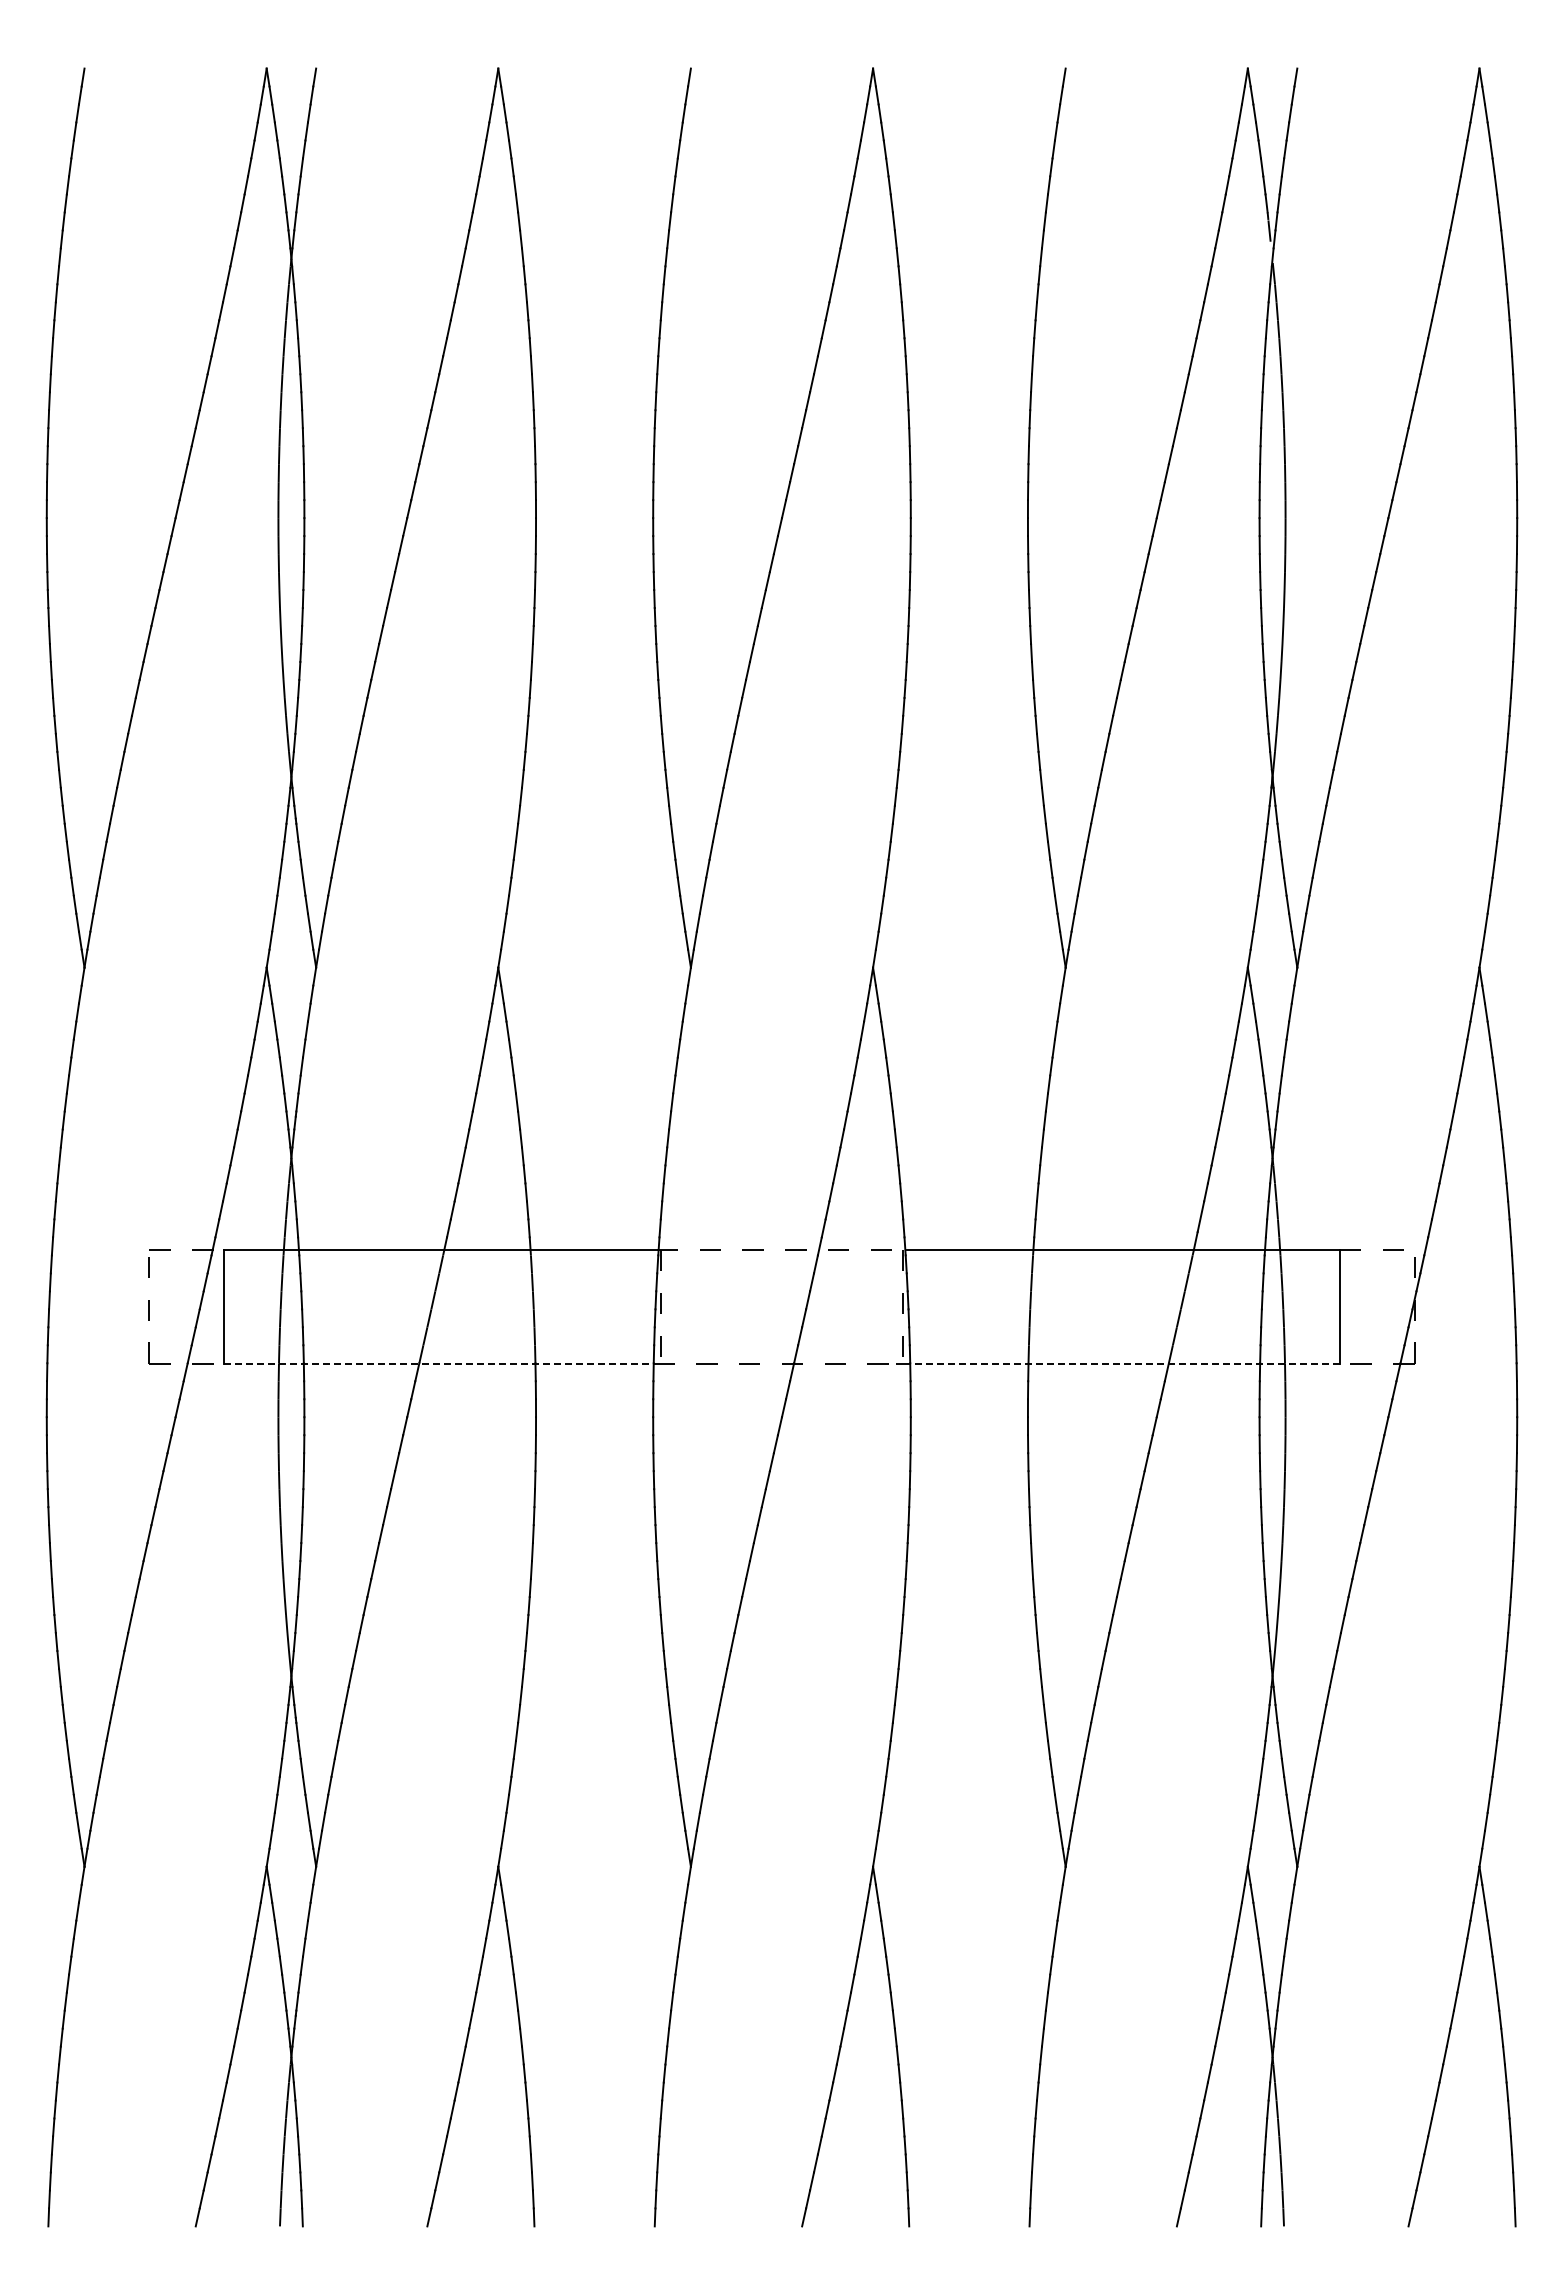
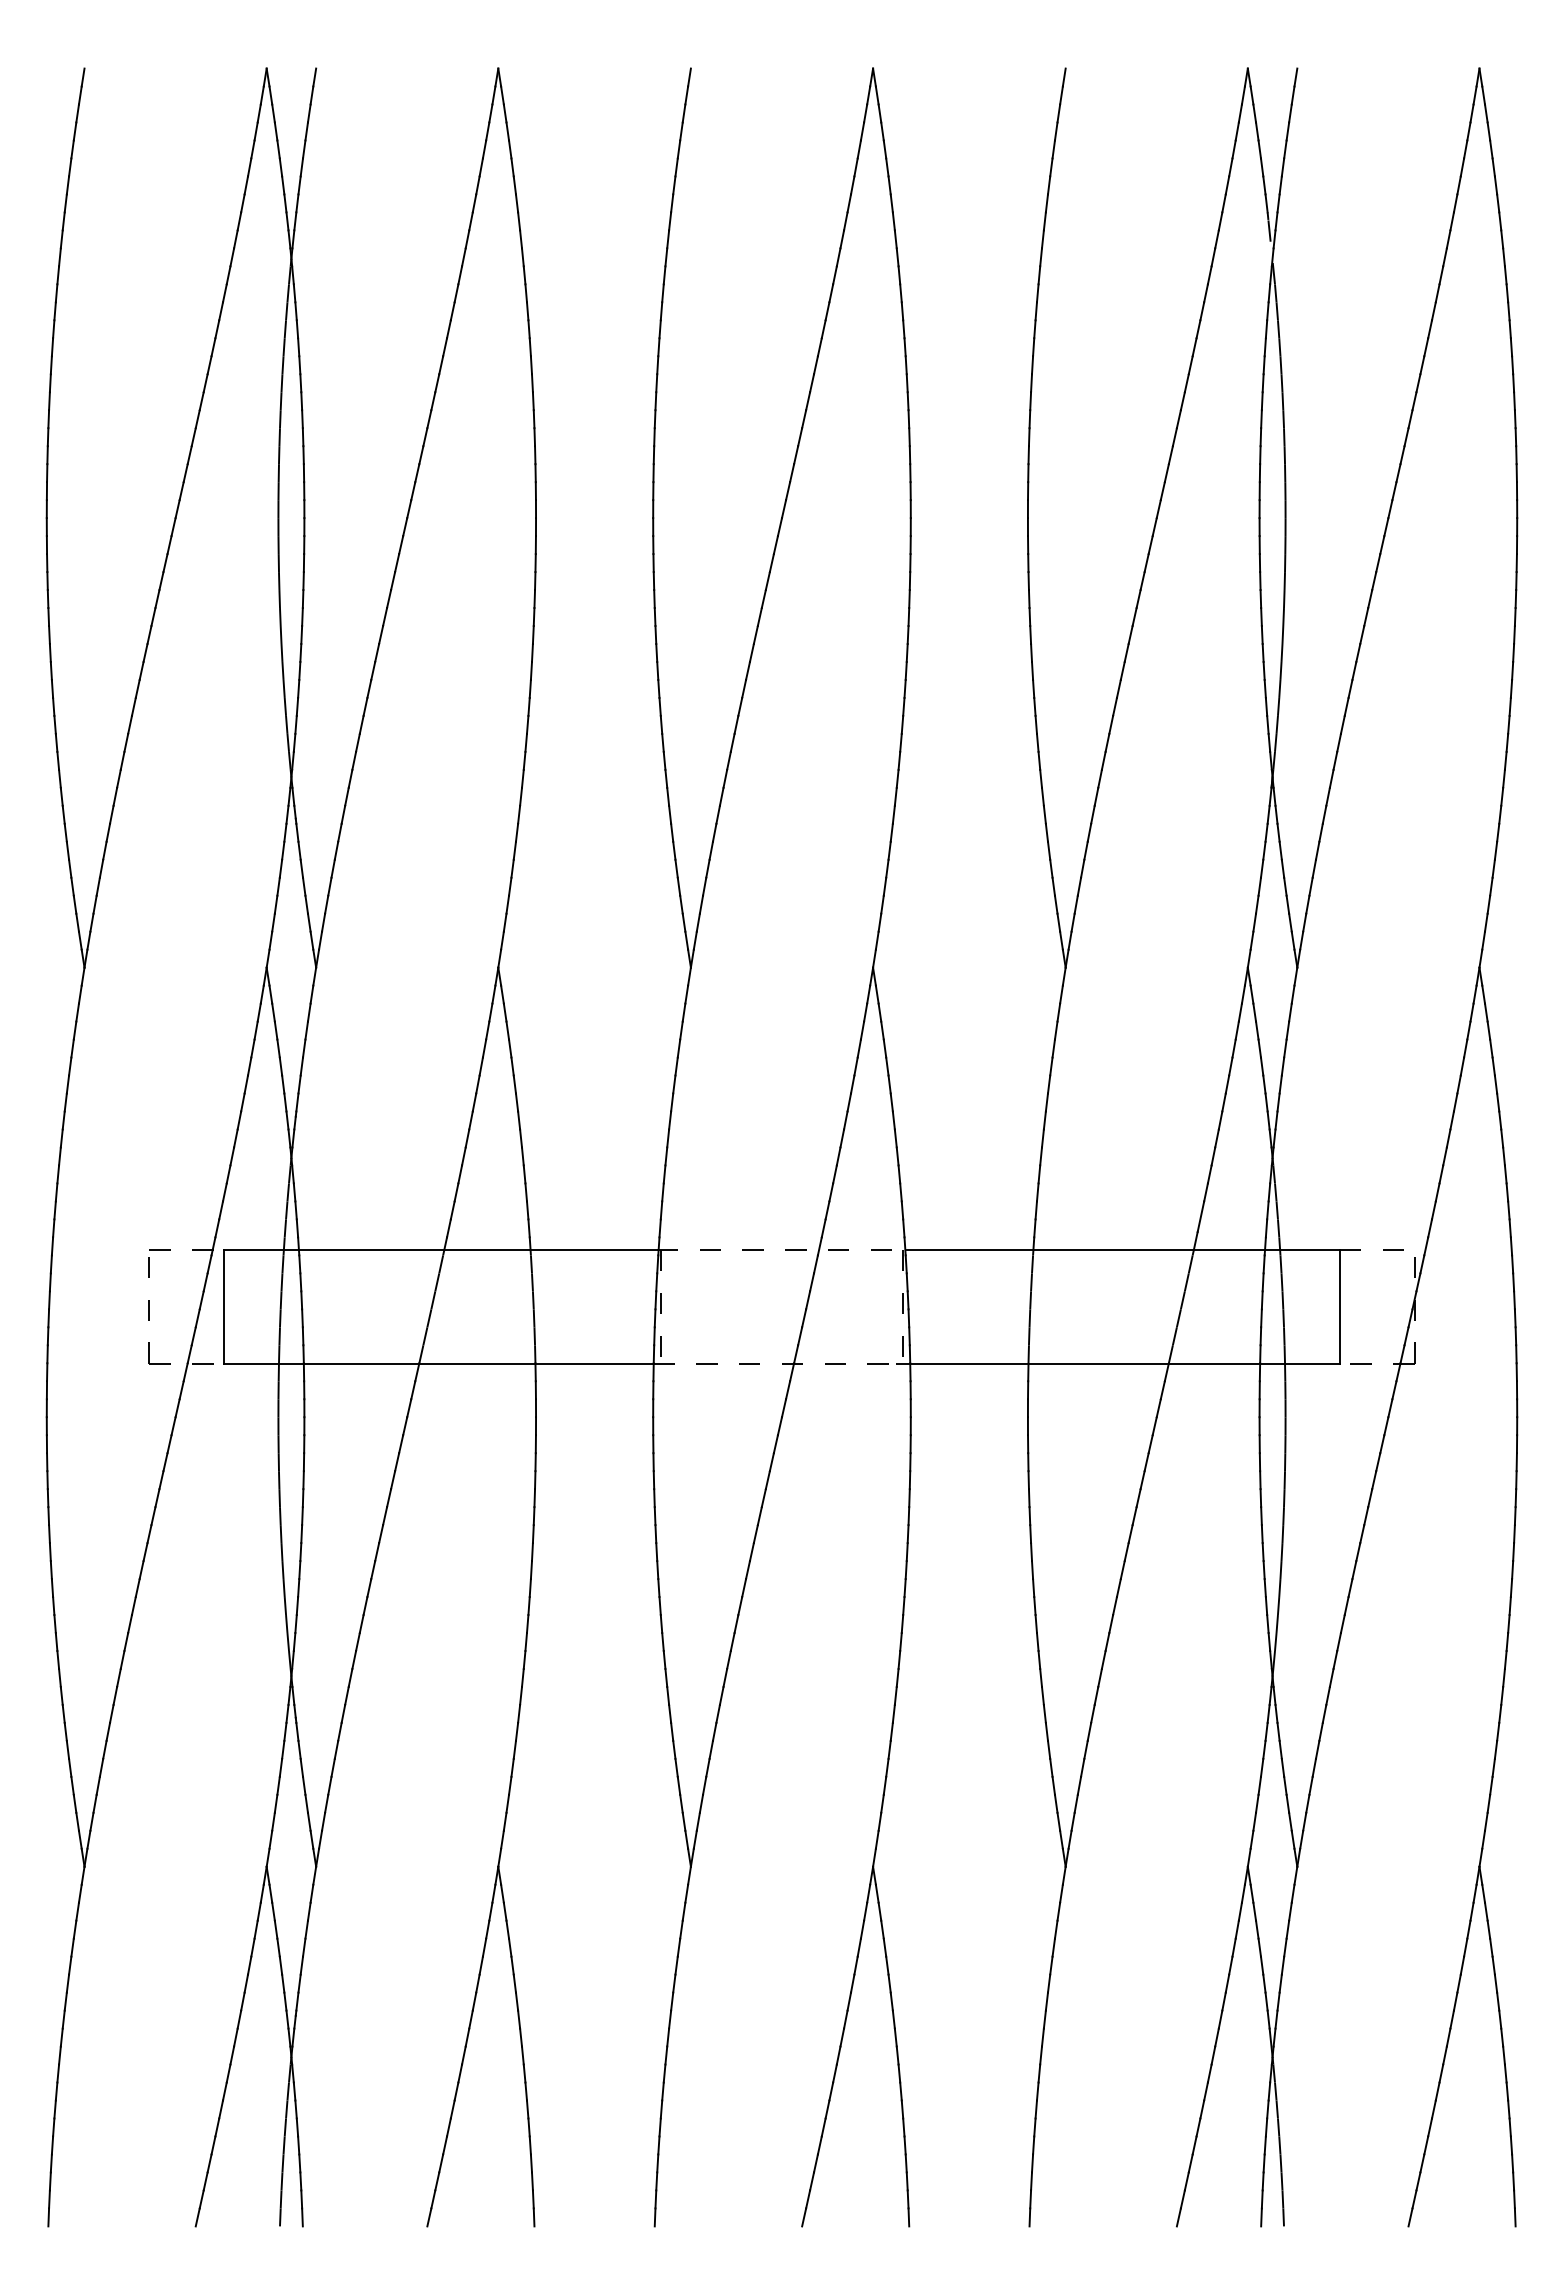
line at (438, 1363): dashed -> solid
line at (1125, 1363): dashed -> solid
